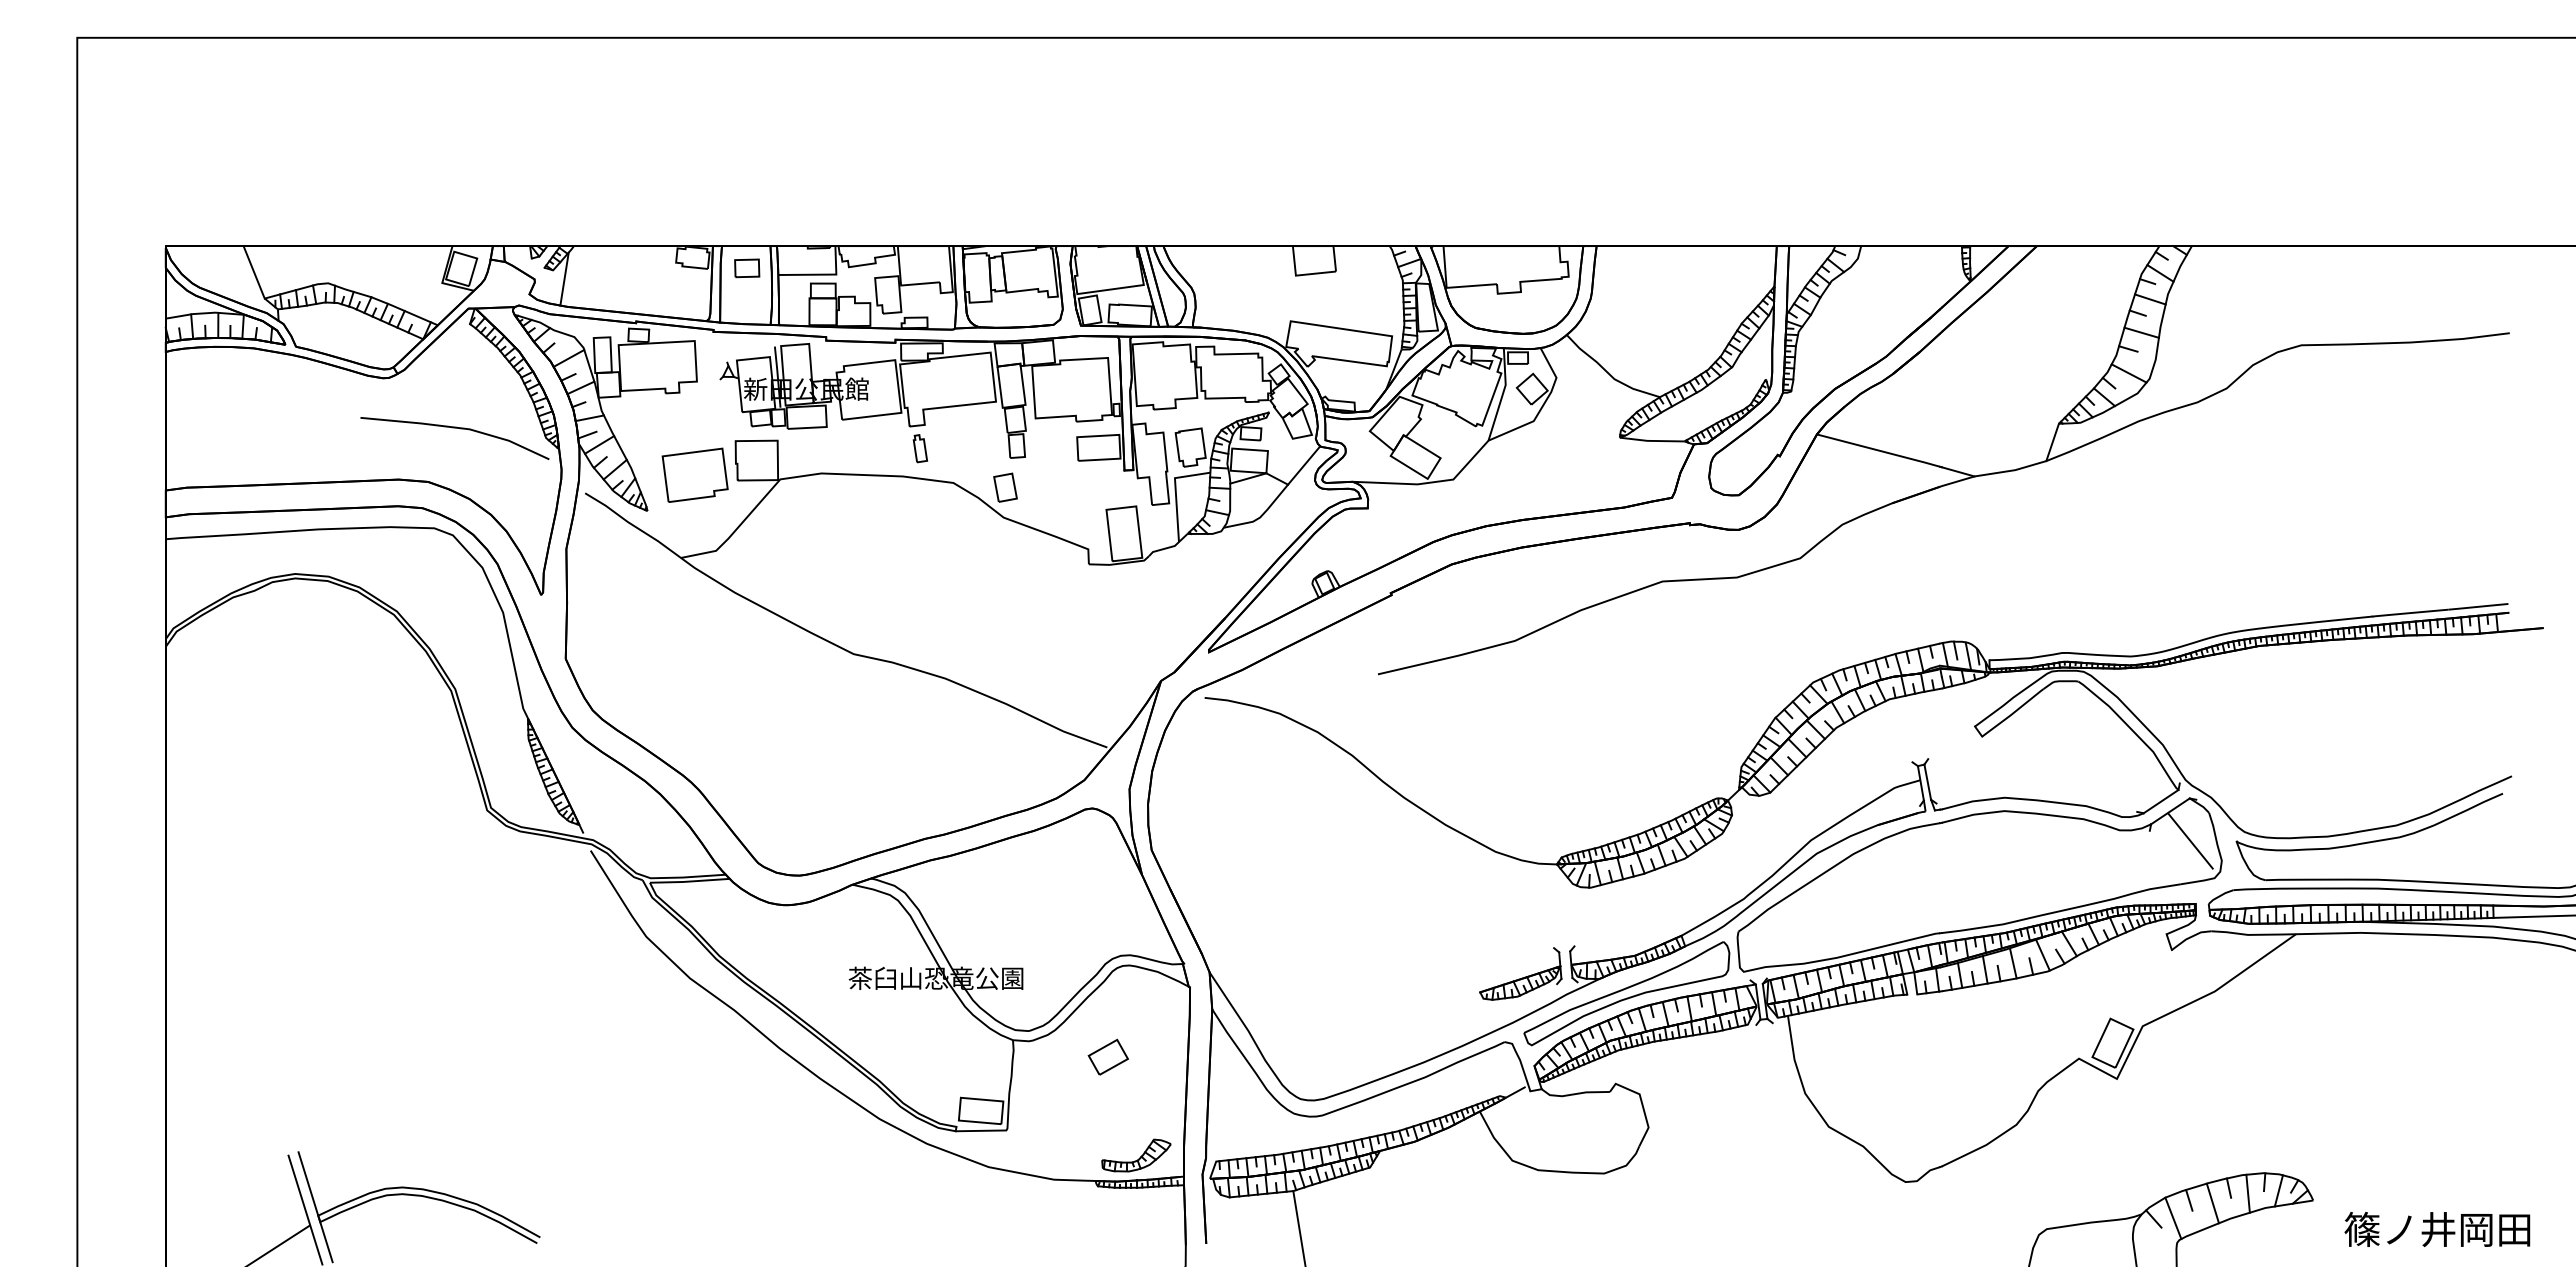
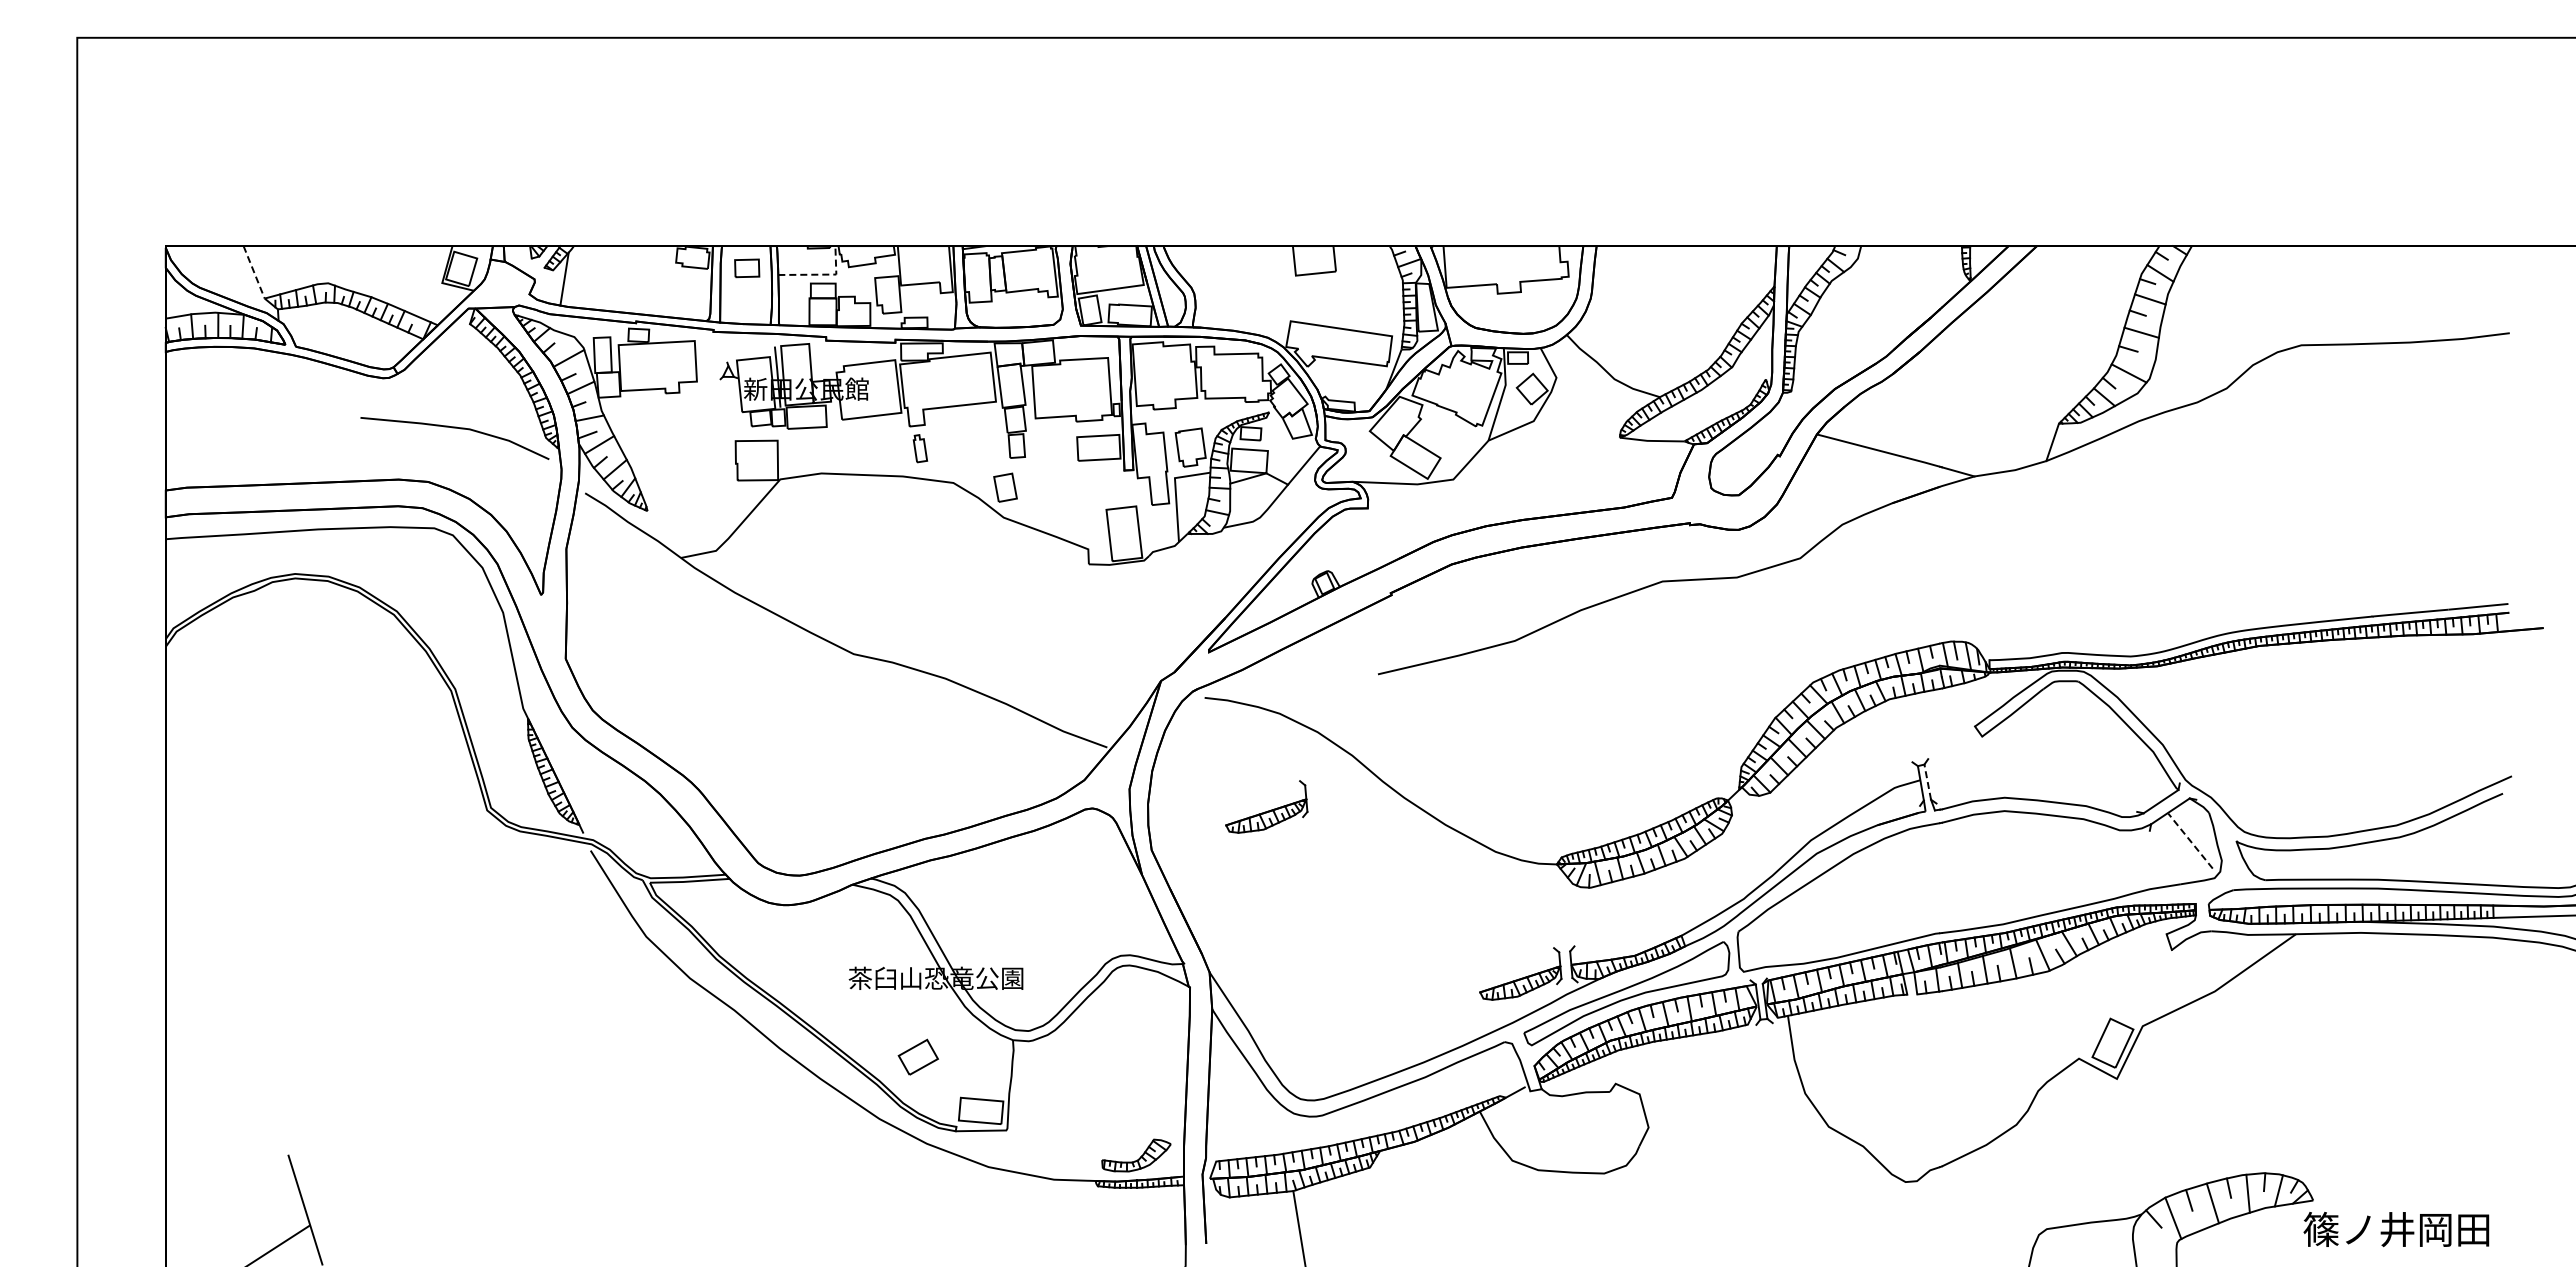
line at (254, 272): solid -> dashed
line at (822, 274): solid -> dashed
part at (694, 474): present -> none
line at (1927, 782): solid -> dashed
part at (1266, 806): none -> present
line at (2190, 840): solid -> dashed
part at (1107, 1056) position: (1107, 1056) -> (917, 1056)
part at (418, 1196): present -> none
text at (2437, 1229) position: (2437, 1229) -> (2396, 1229)
